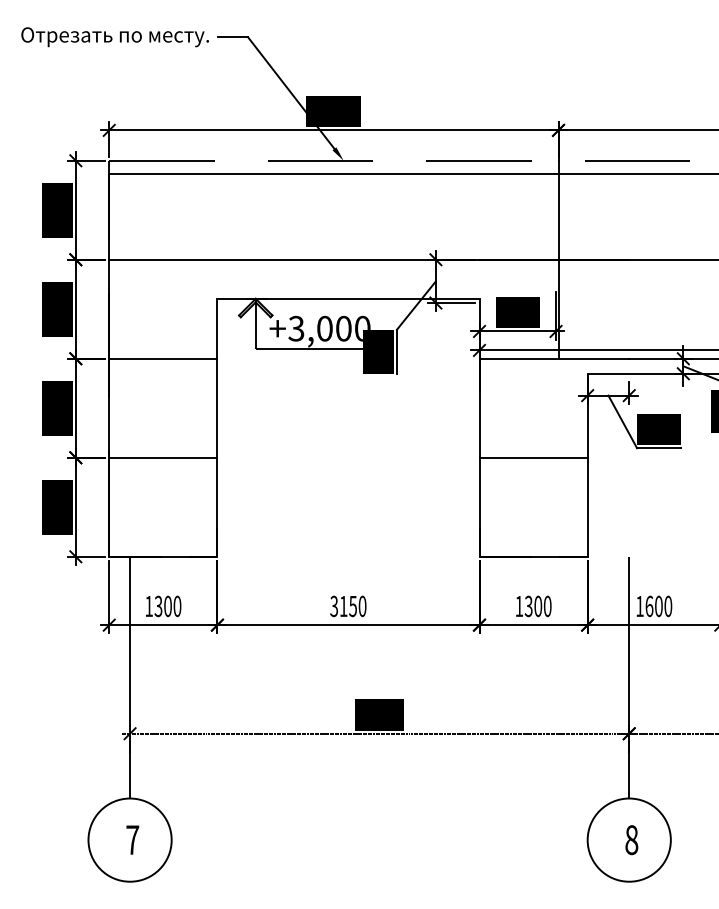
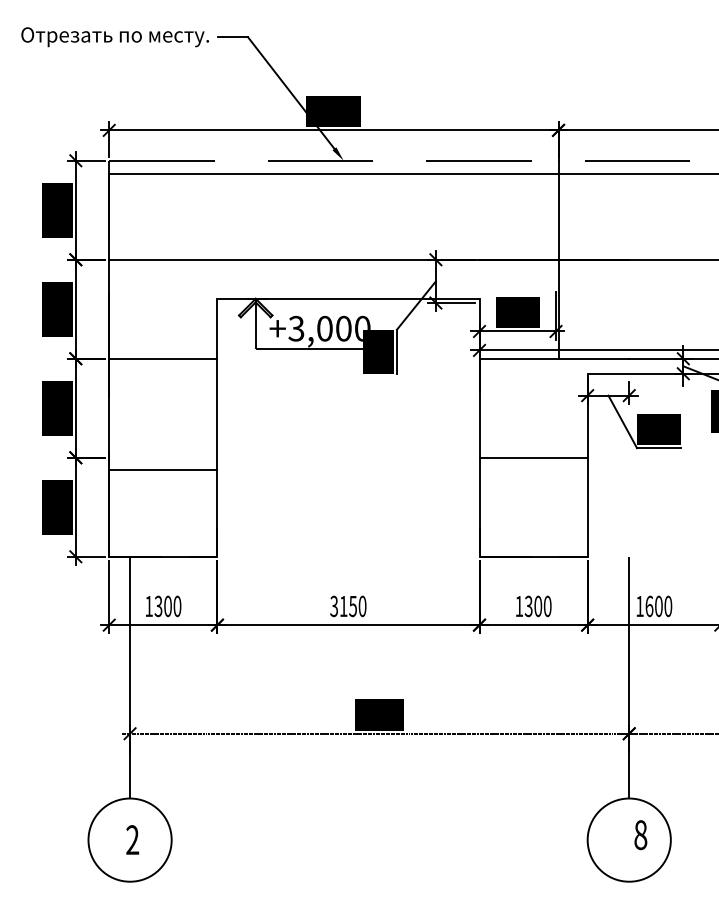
line at (163, 457) position: (163, 457) -> (163, 469)
text at (132, 839): 7 -> 2
text at (631, 840) position: (631, 840) -> (640, 835)
